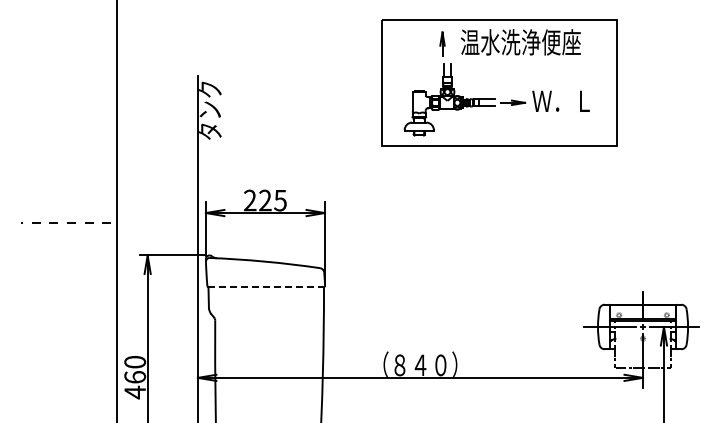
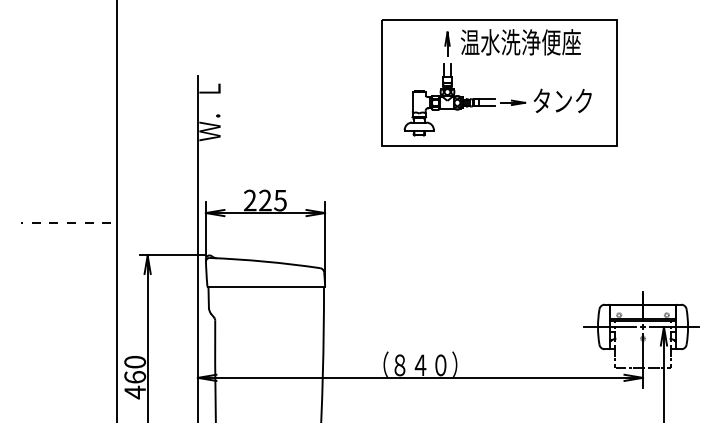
part at (442, 43) position: (442, 43) -> (447, 43)
text at (561, 100): Ｗ．Ｌ -> タンク
text at (210, 111): タンク -> Ｗ．Ｌ
line at (267, 287): dashed -> solid
